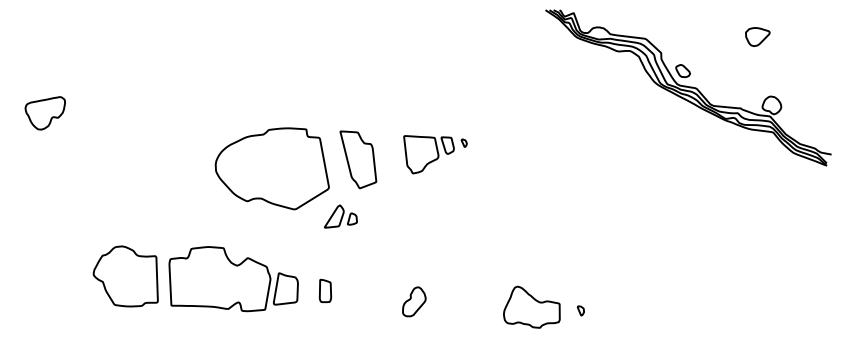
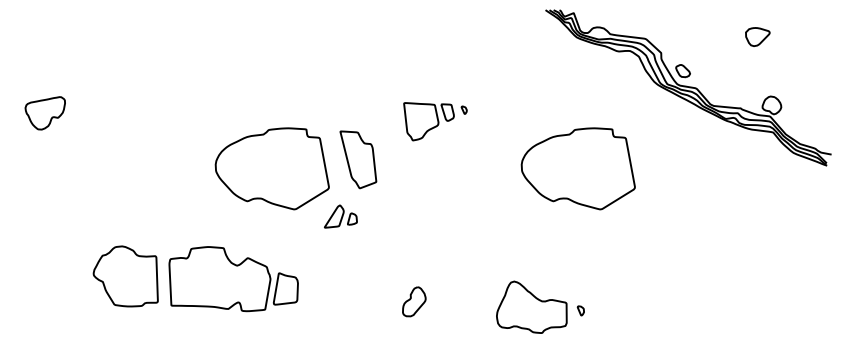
part at (435, 154) position: (435, 154) -> (435, 121)
part at (577, 168): none -> present
part at (325, 290): present -> none
part at (531, 306) size: 58x44 px -> 72x54 px
